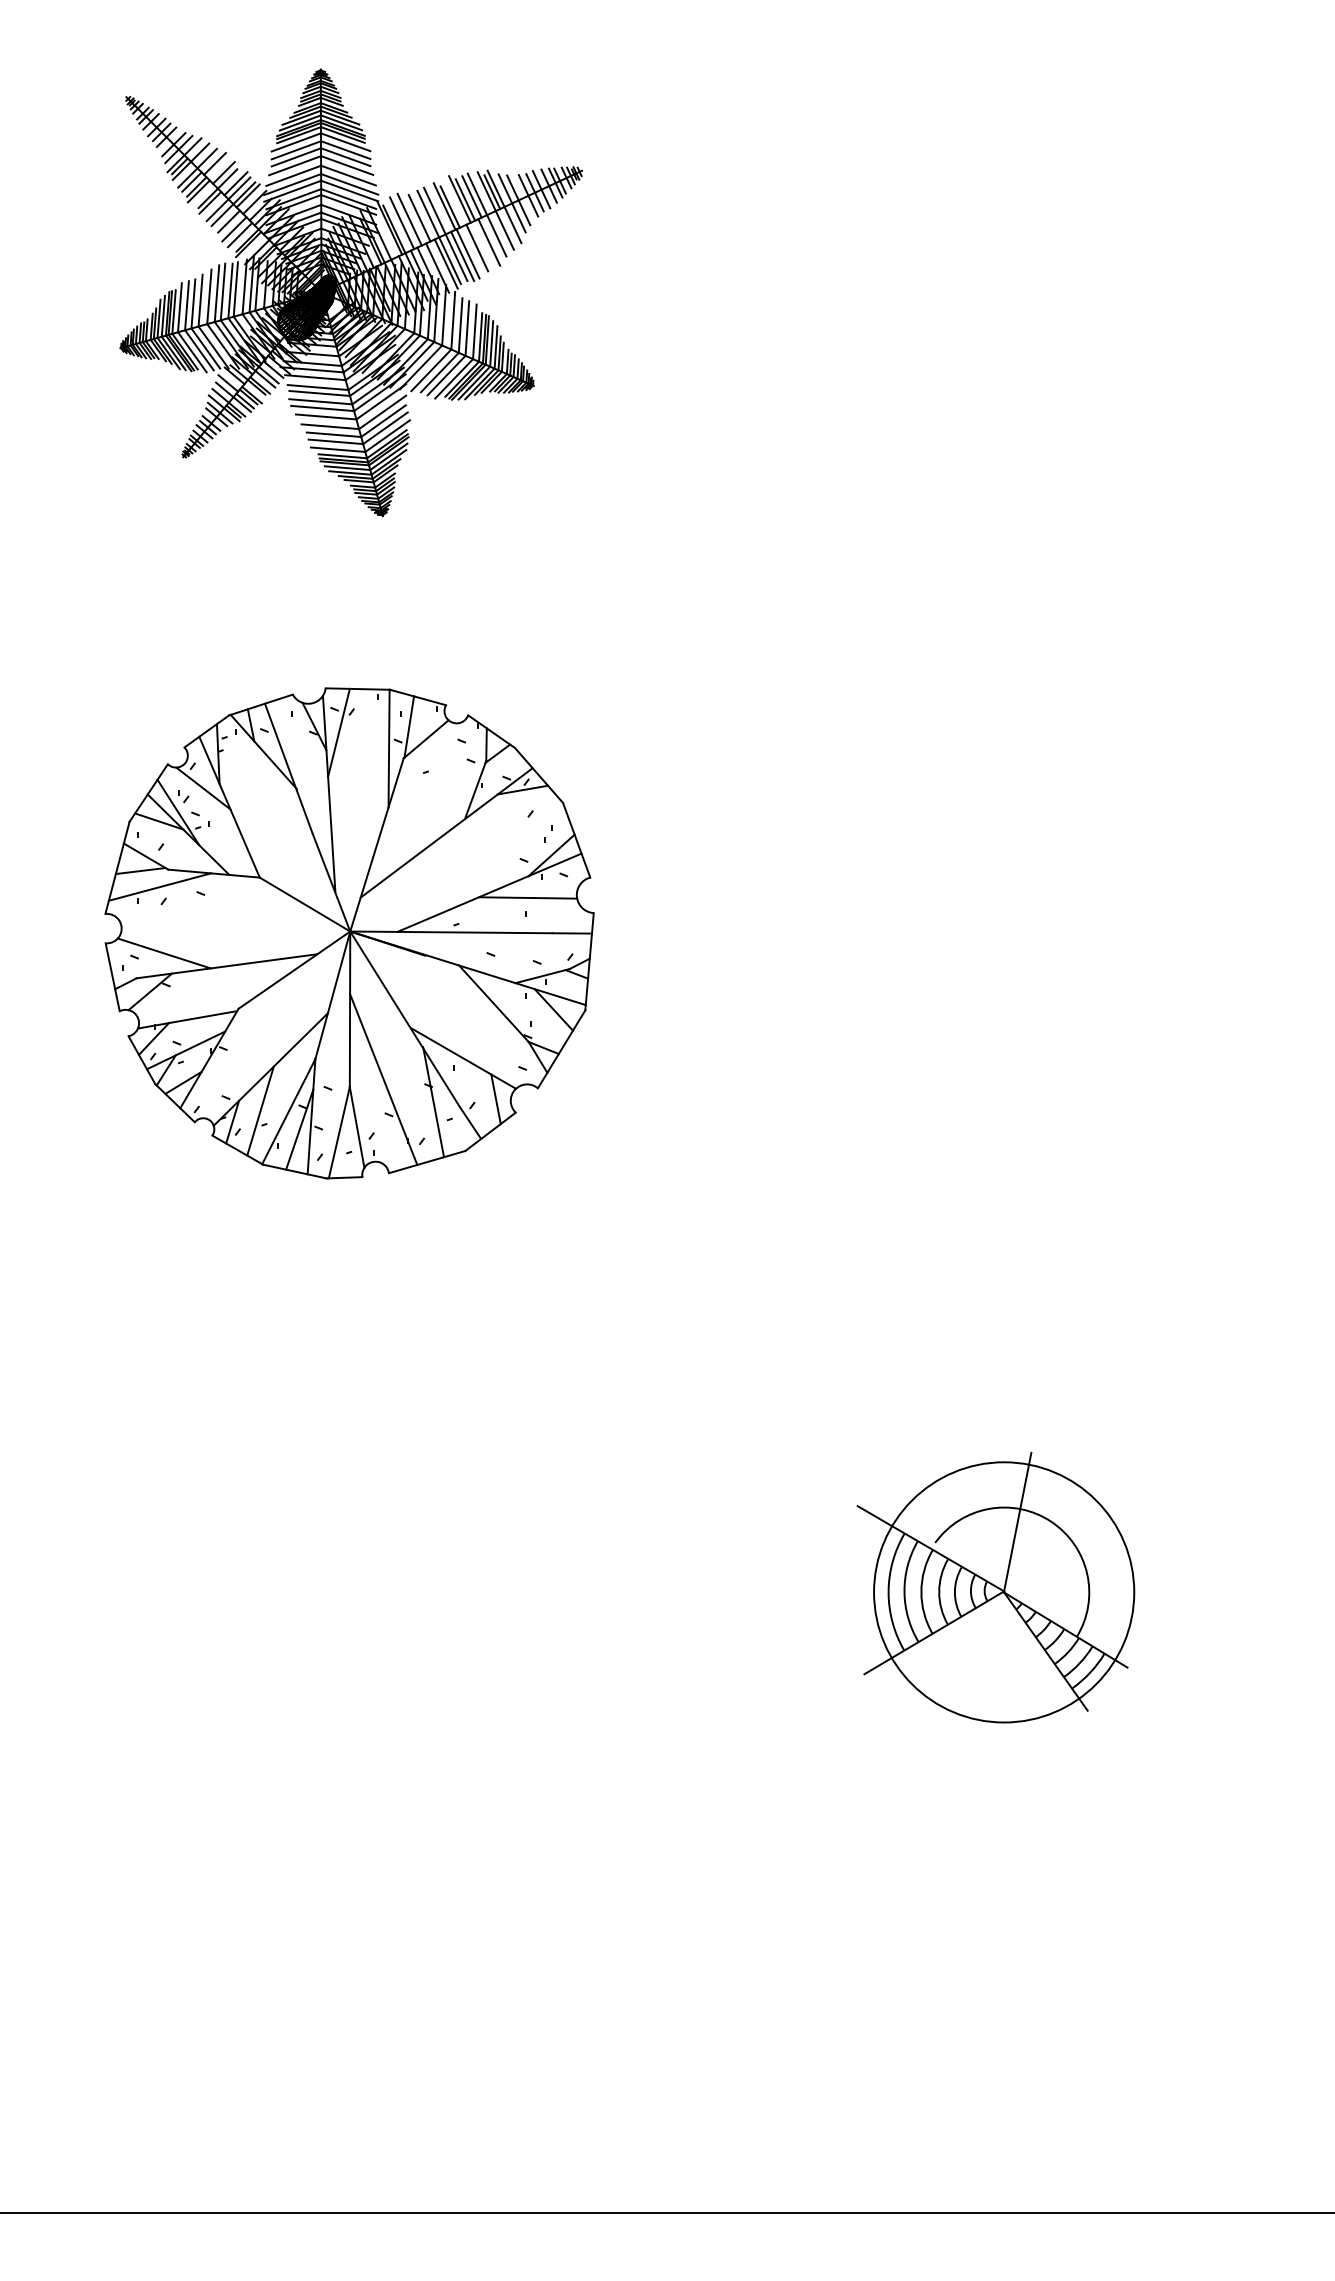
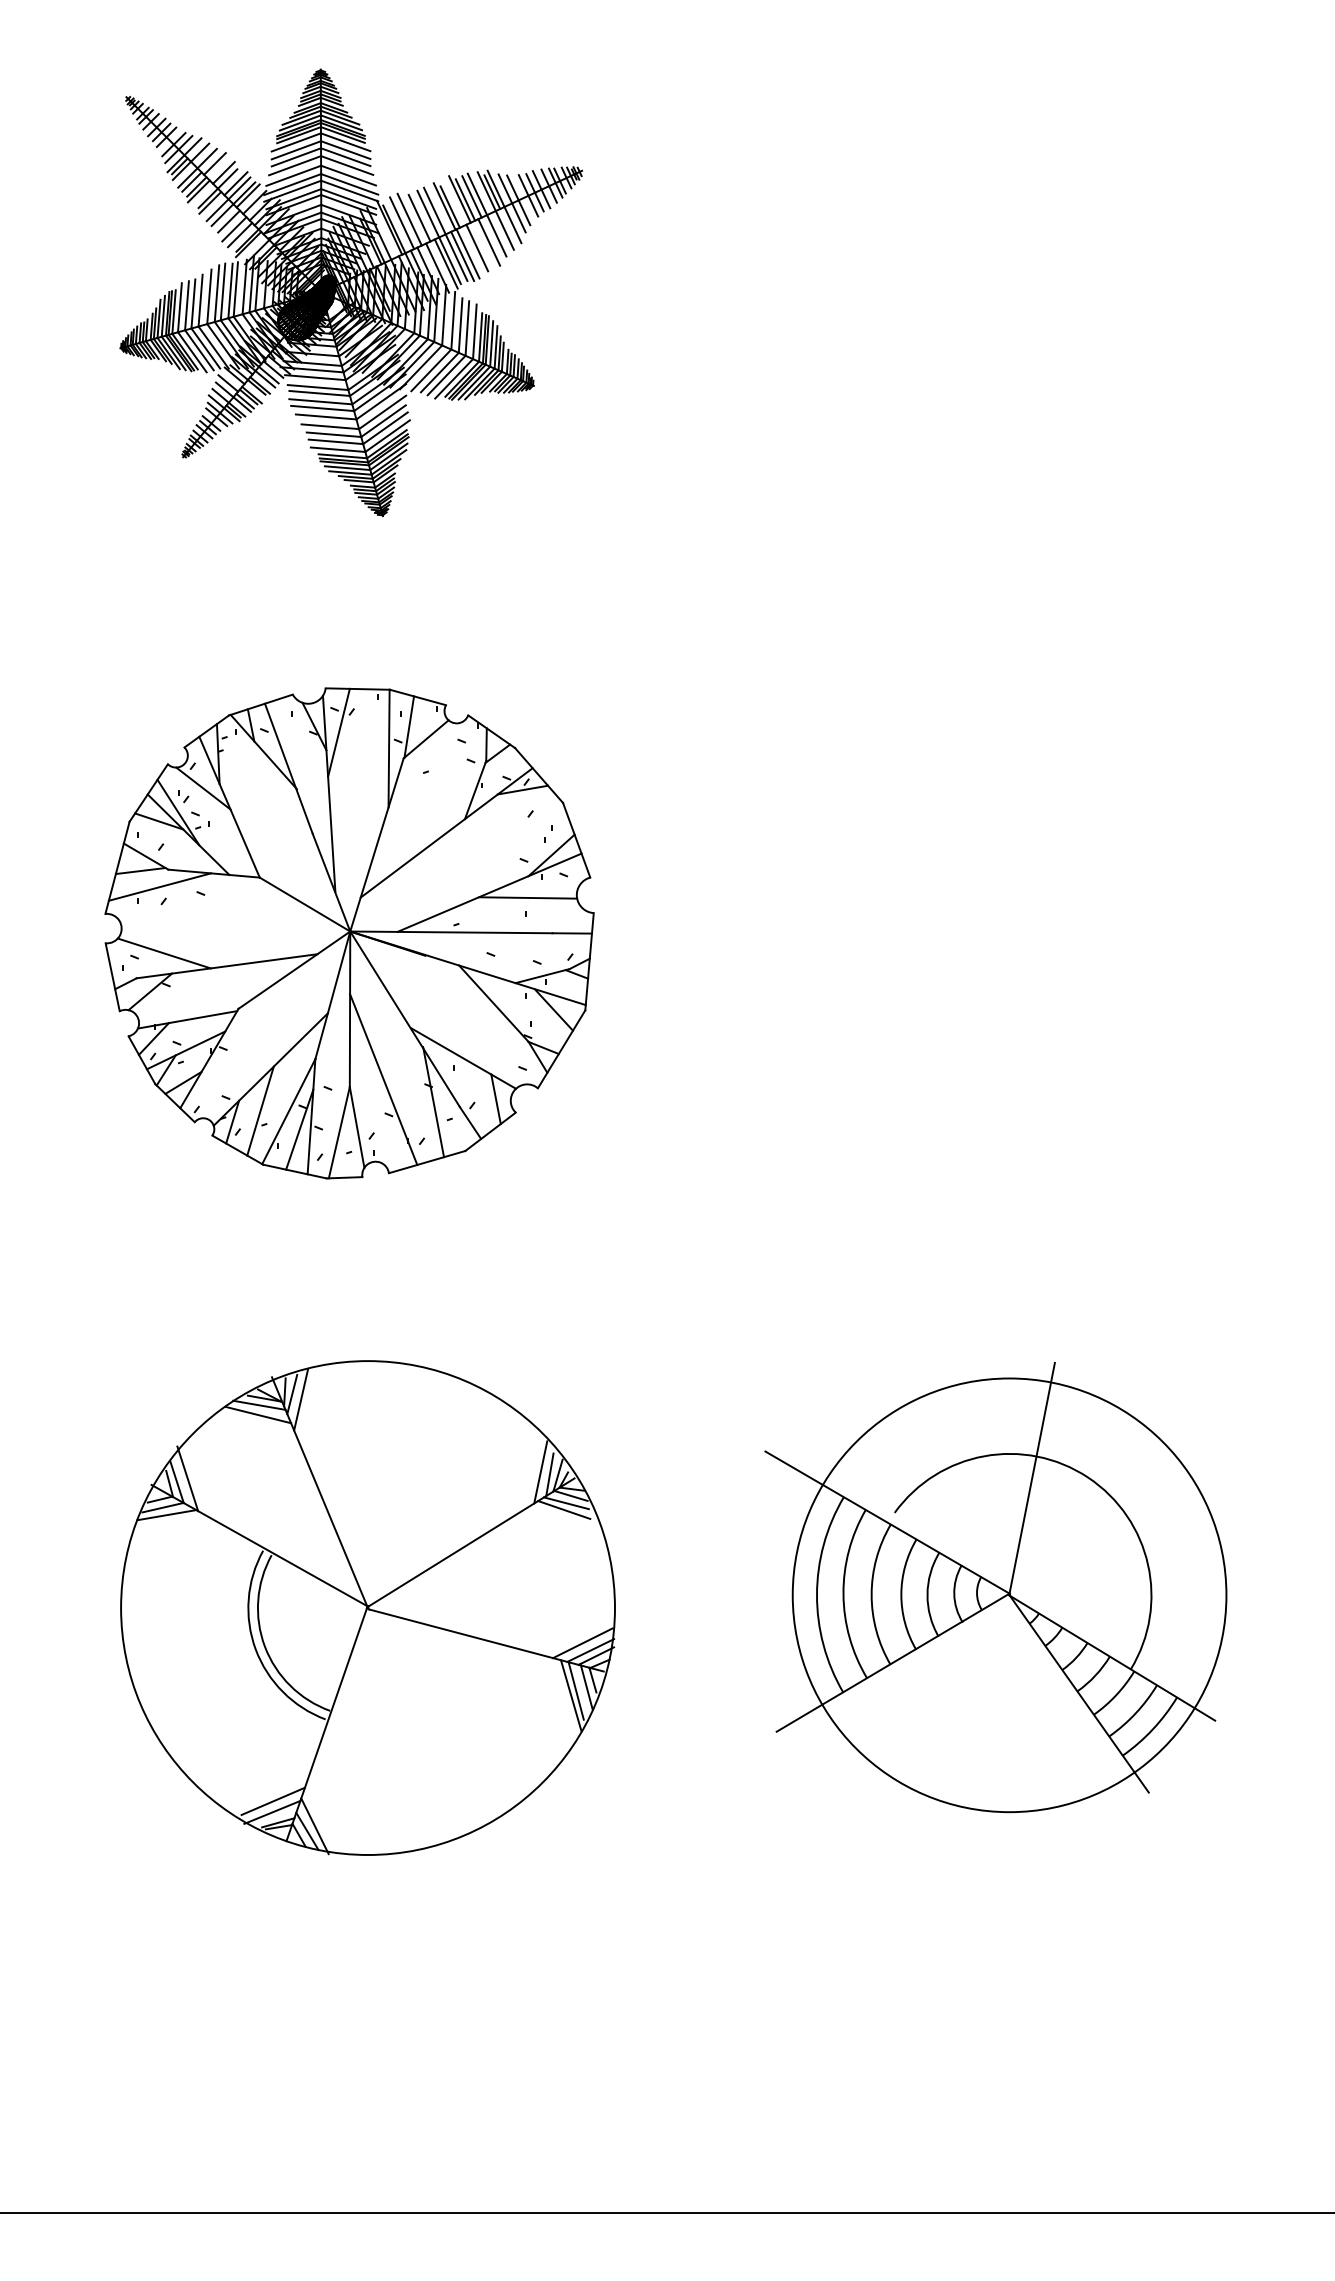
part at (995, 1587) size: 280x272 px -> 464x452 px
part at (367, 1607): none -> present
